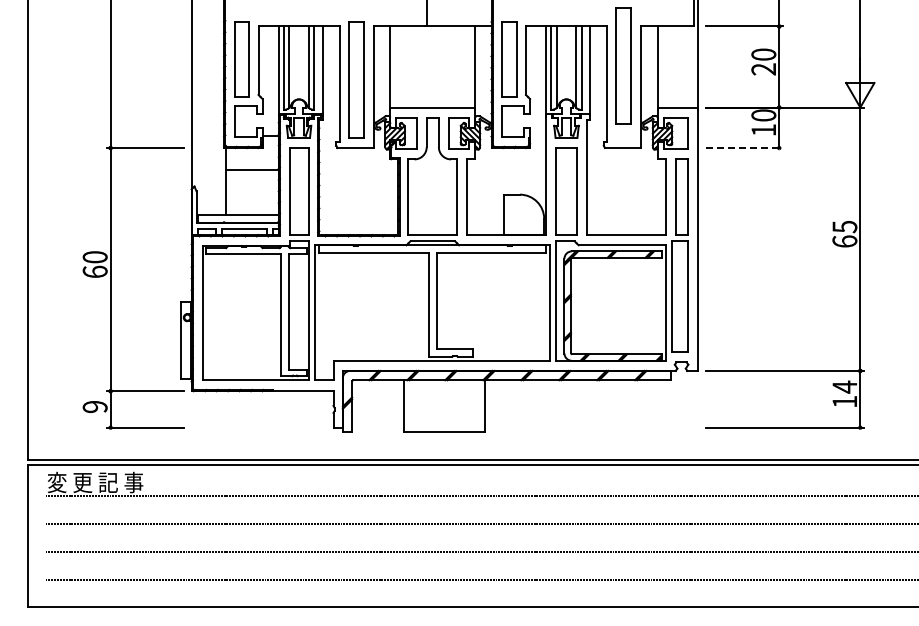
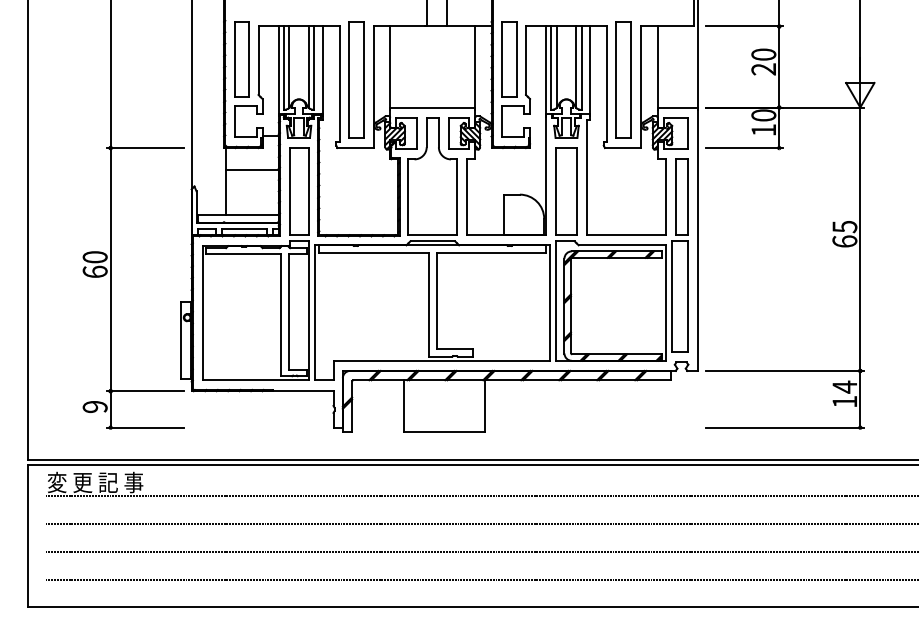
line at (446, 14): none -> present
part at (623, 65) position: (623, 65) -> (623, 79)
line at (745, 148): dashed -> solid
